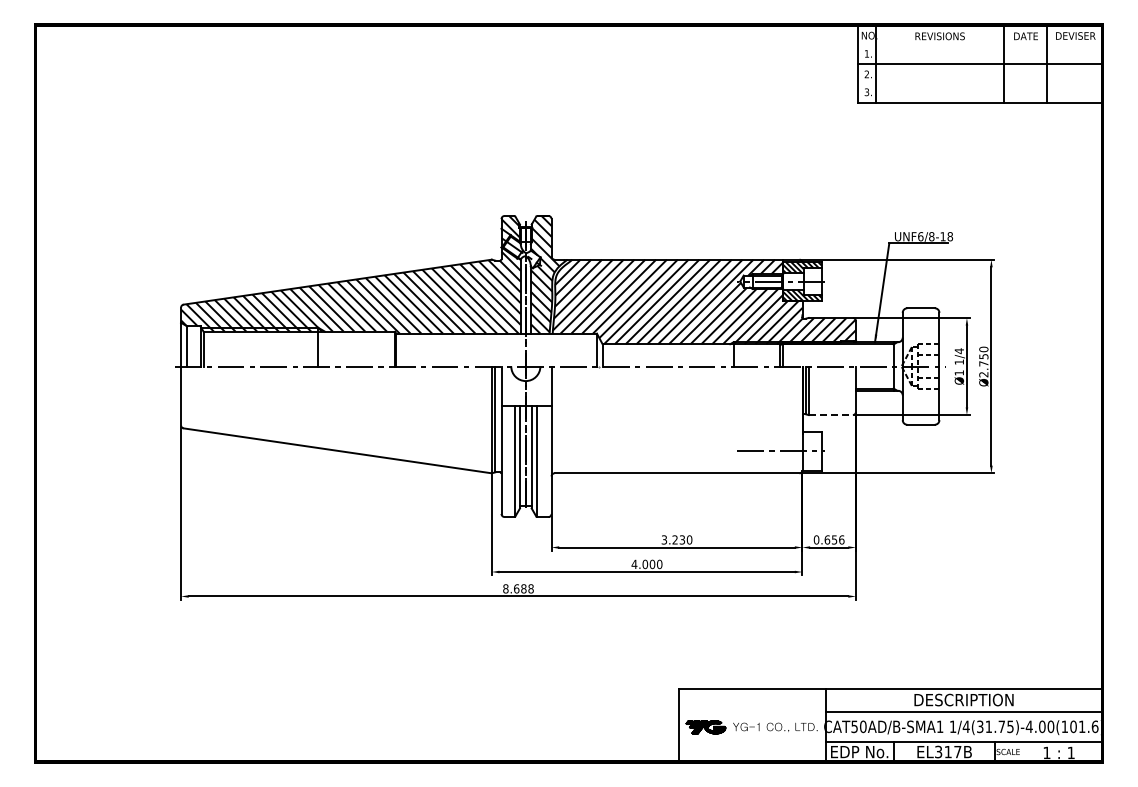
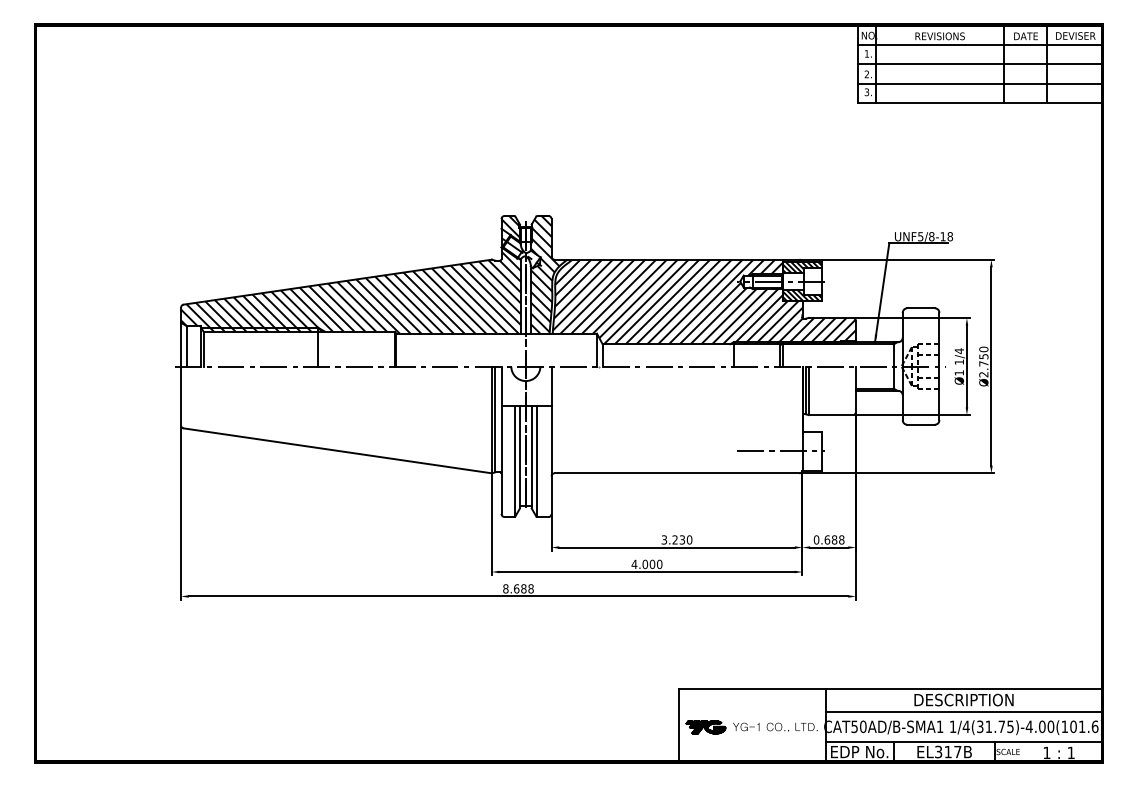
line at (979, 44): none -> present
line at (979, 83): none -> present
text at (920, 236): UNF6/8-18 -> UNF5/8-18
line at (831, 415): dashed -> solid
text at (837, 539): 0.656 -> 0.688
